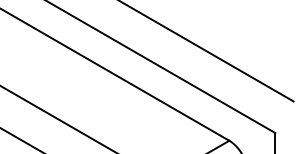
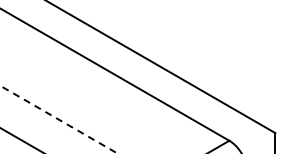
line at (207, 51): present -> none
line at (59, 119): solid -> dashed
